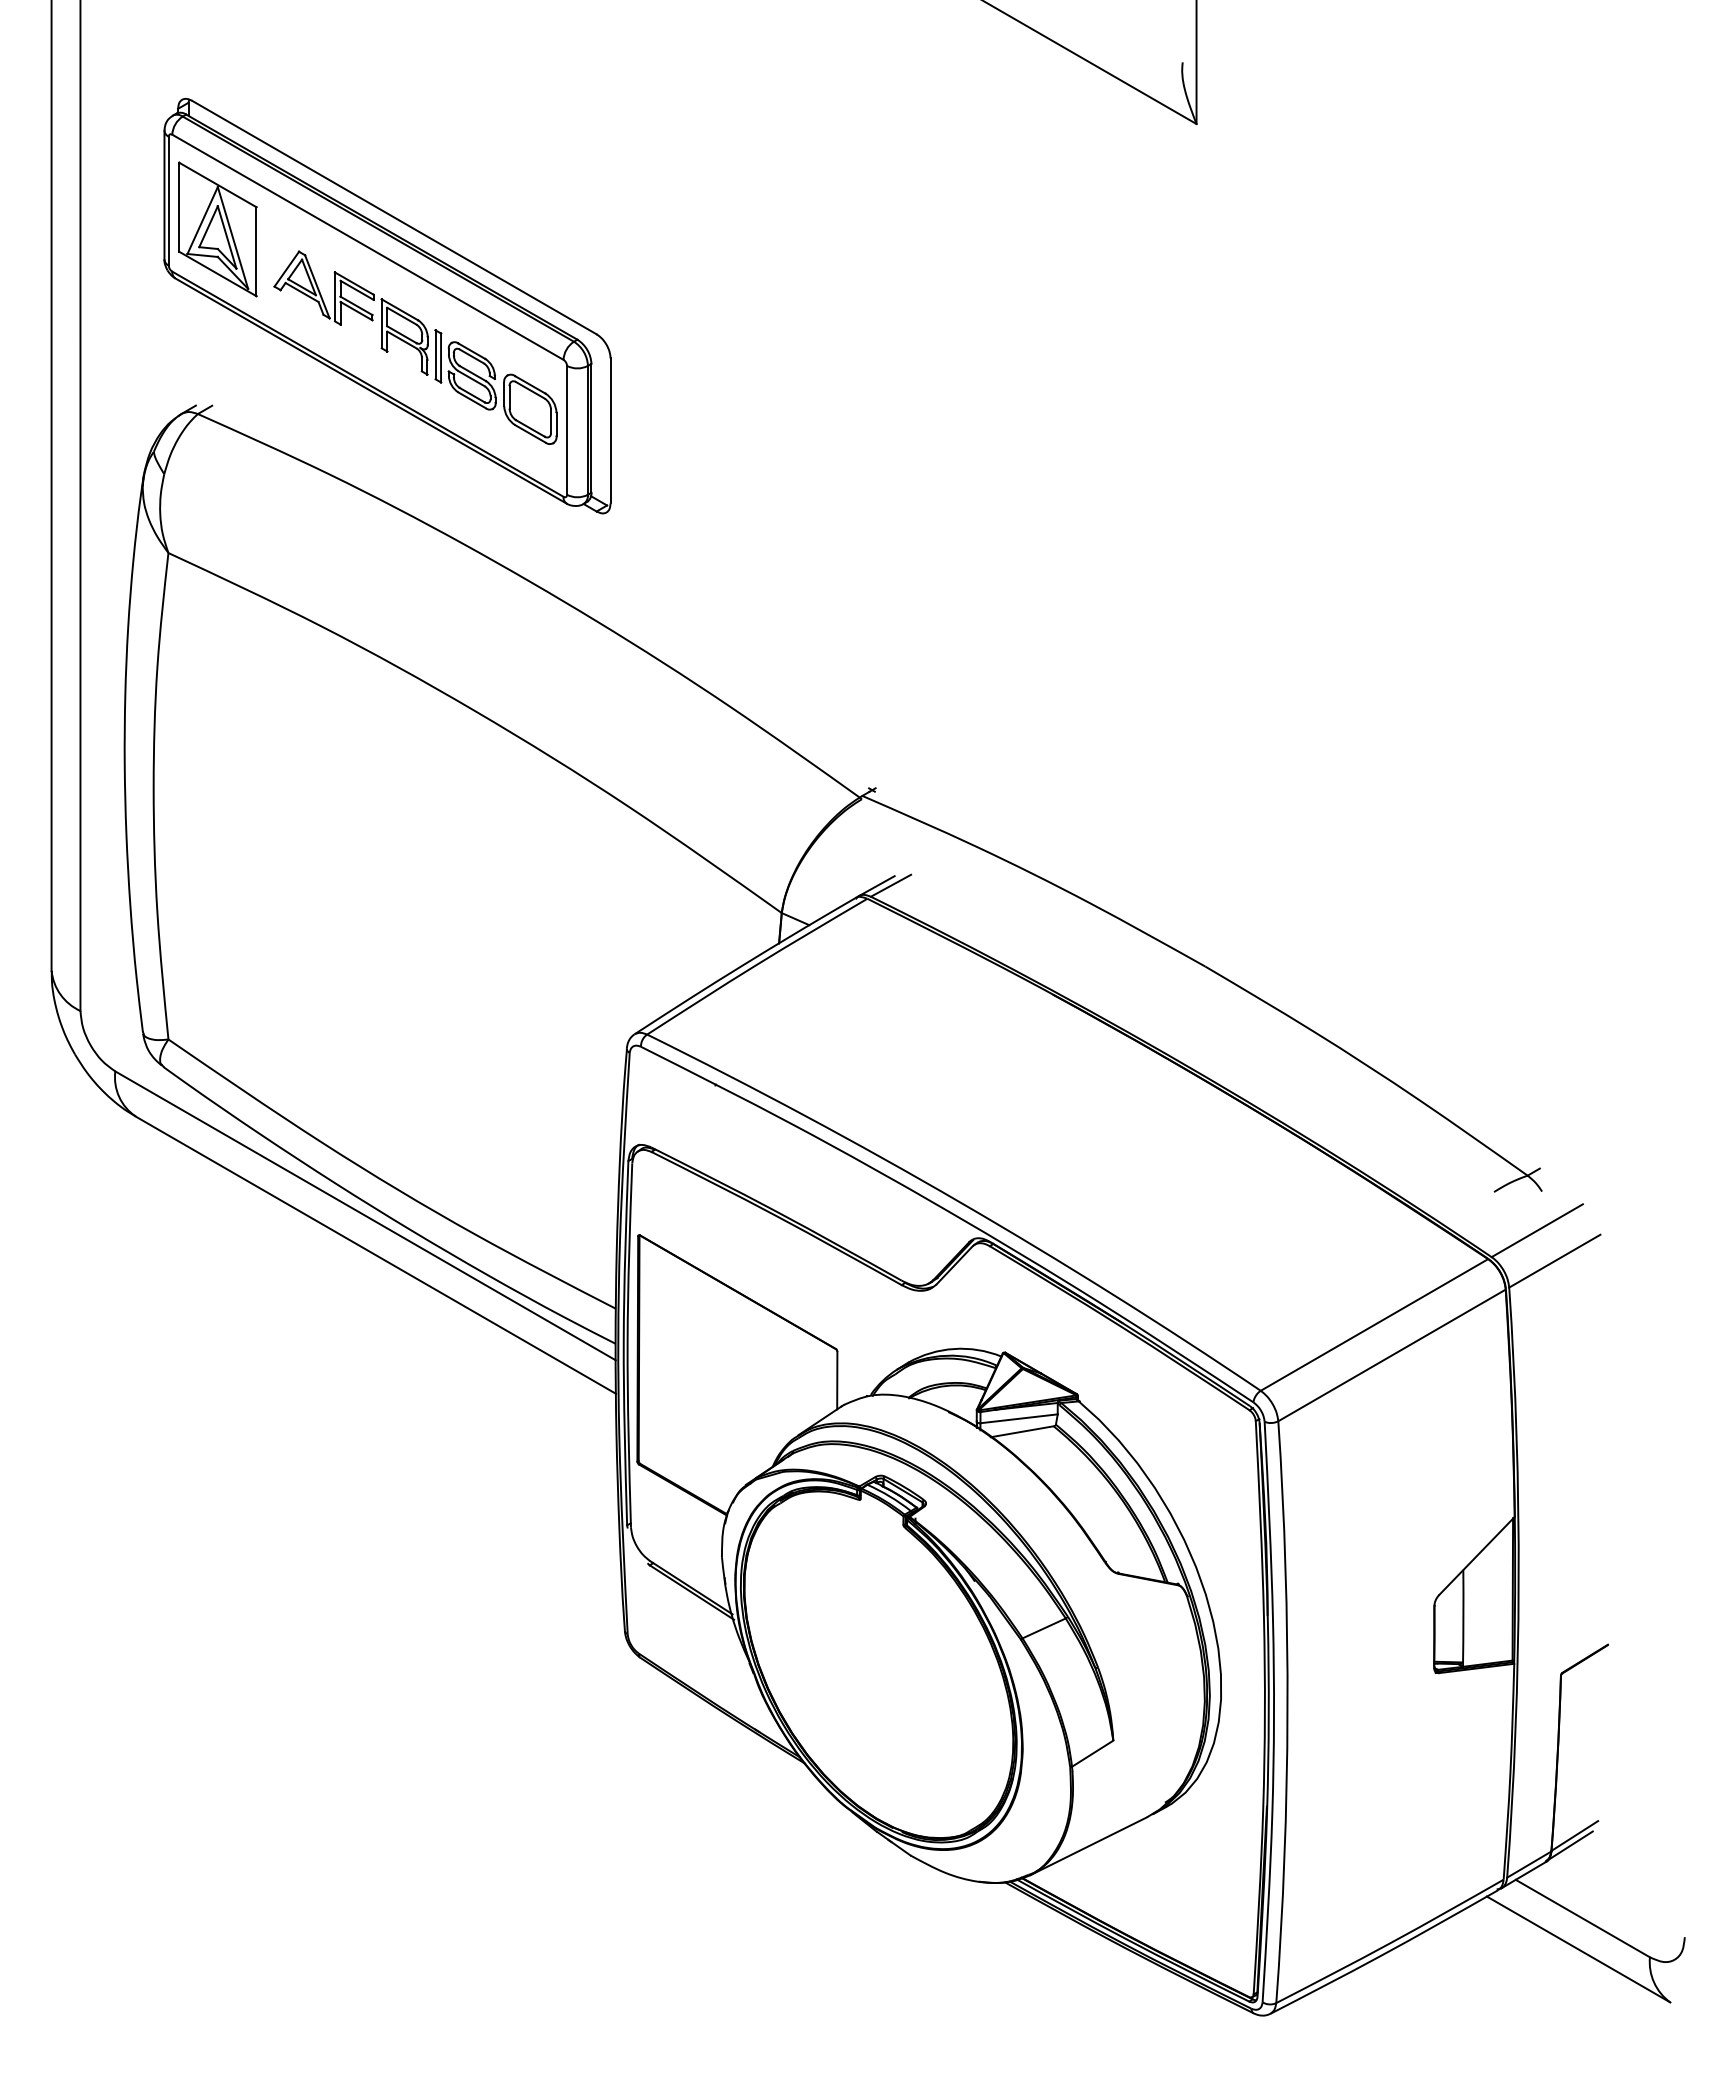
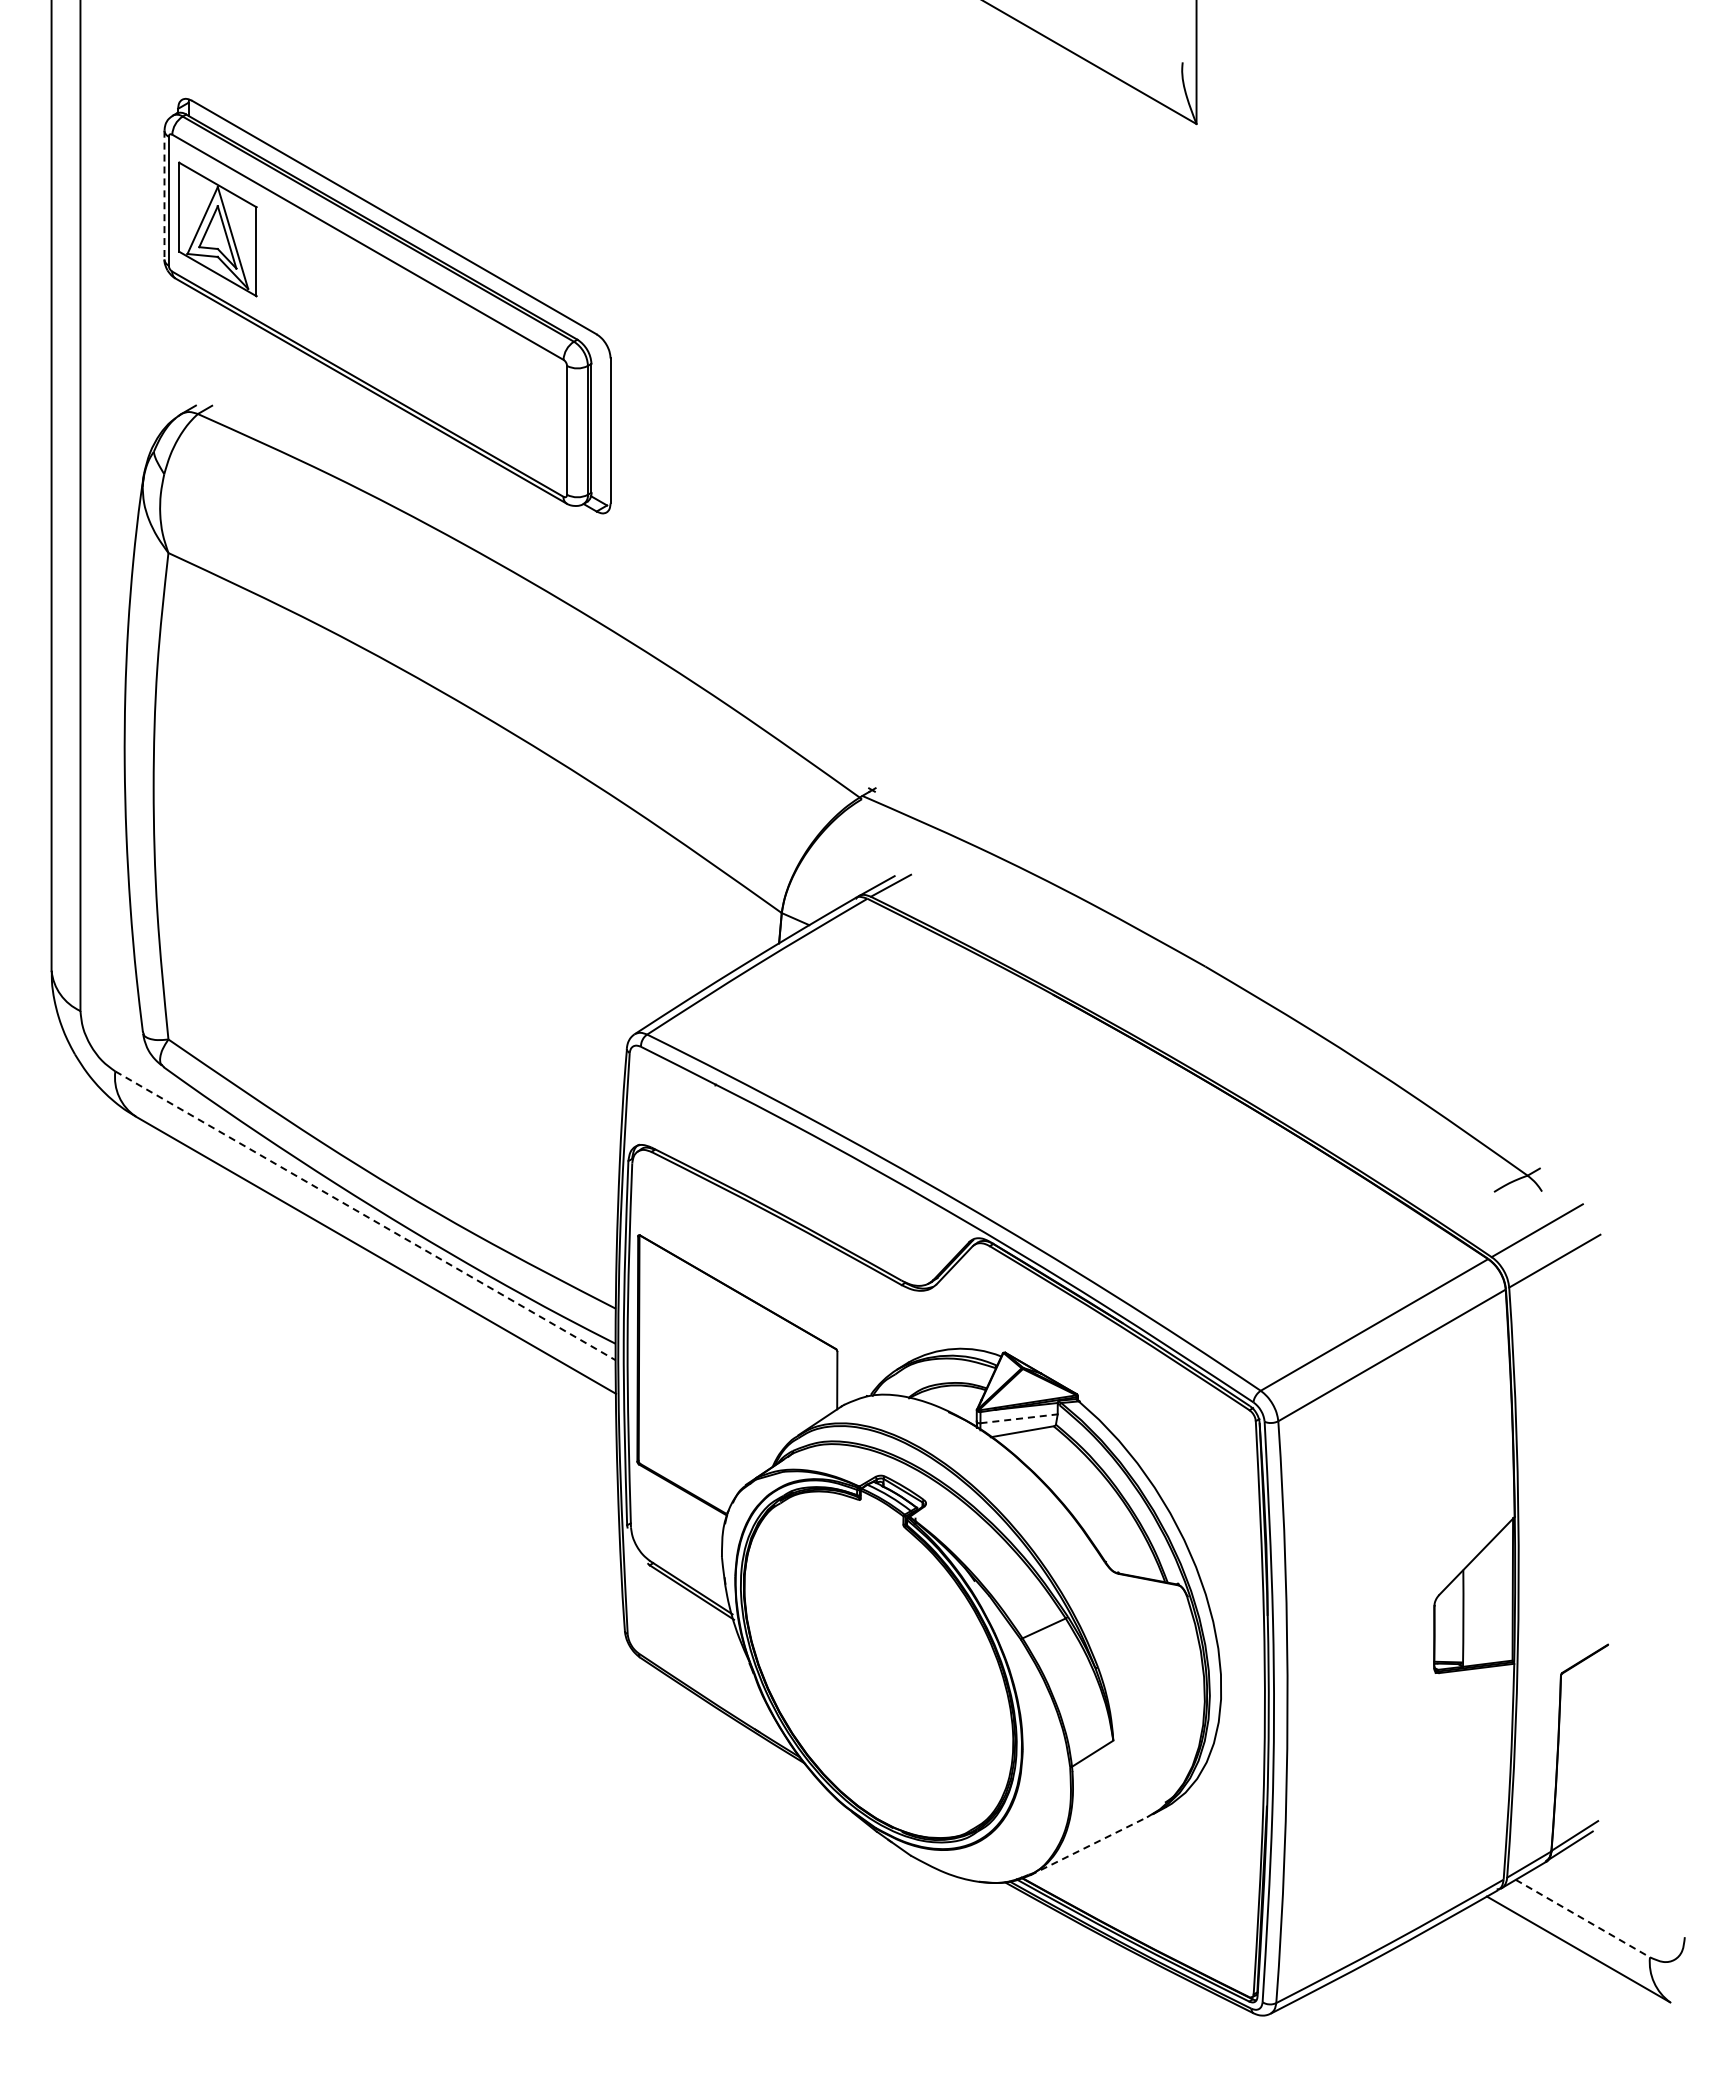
line at (164, 195): solid -> dashed
part at (415, 347): present -> none
line at (365, 1215): solid -> dashed
line at (1019, 1418): solid -> dashed
line at (1088, 1846): solid -> dashed
line at (1583, 1918): solid -> dashed
